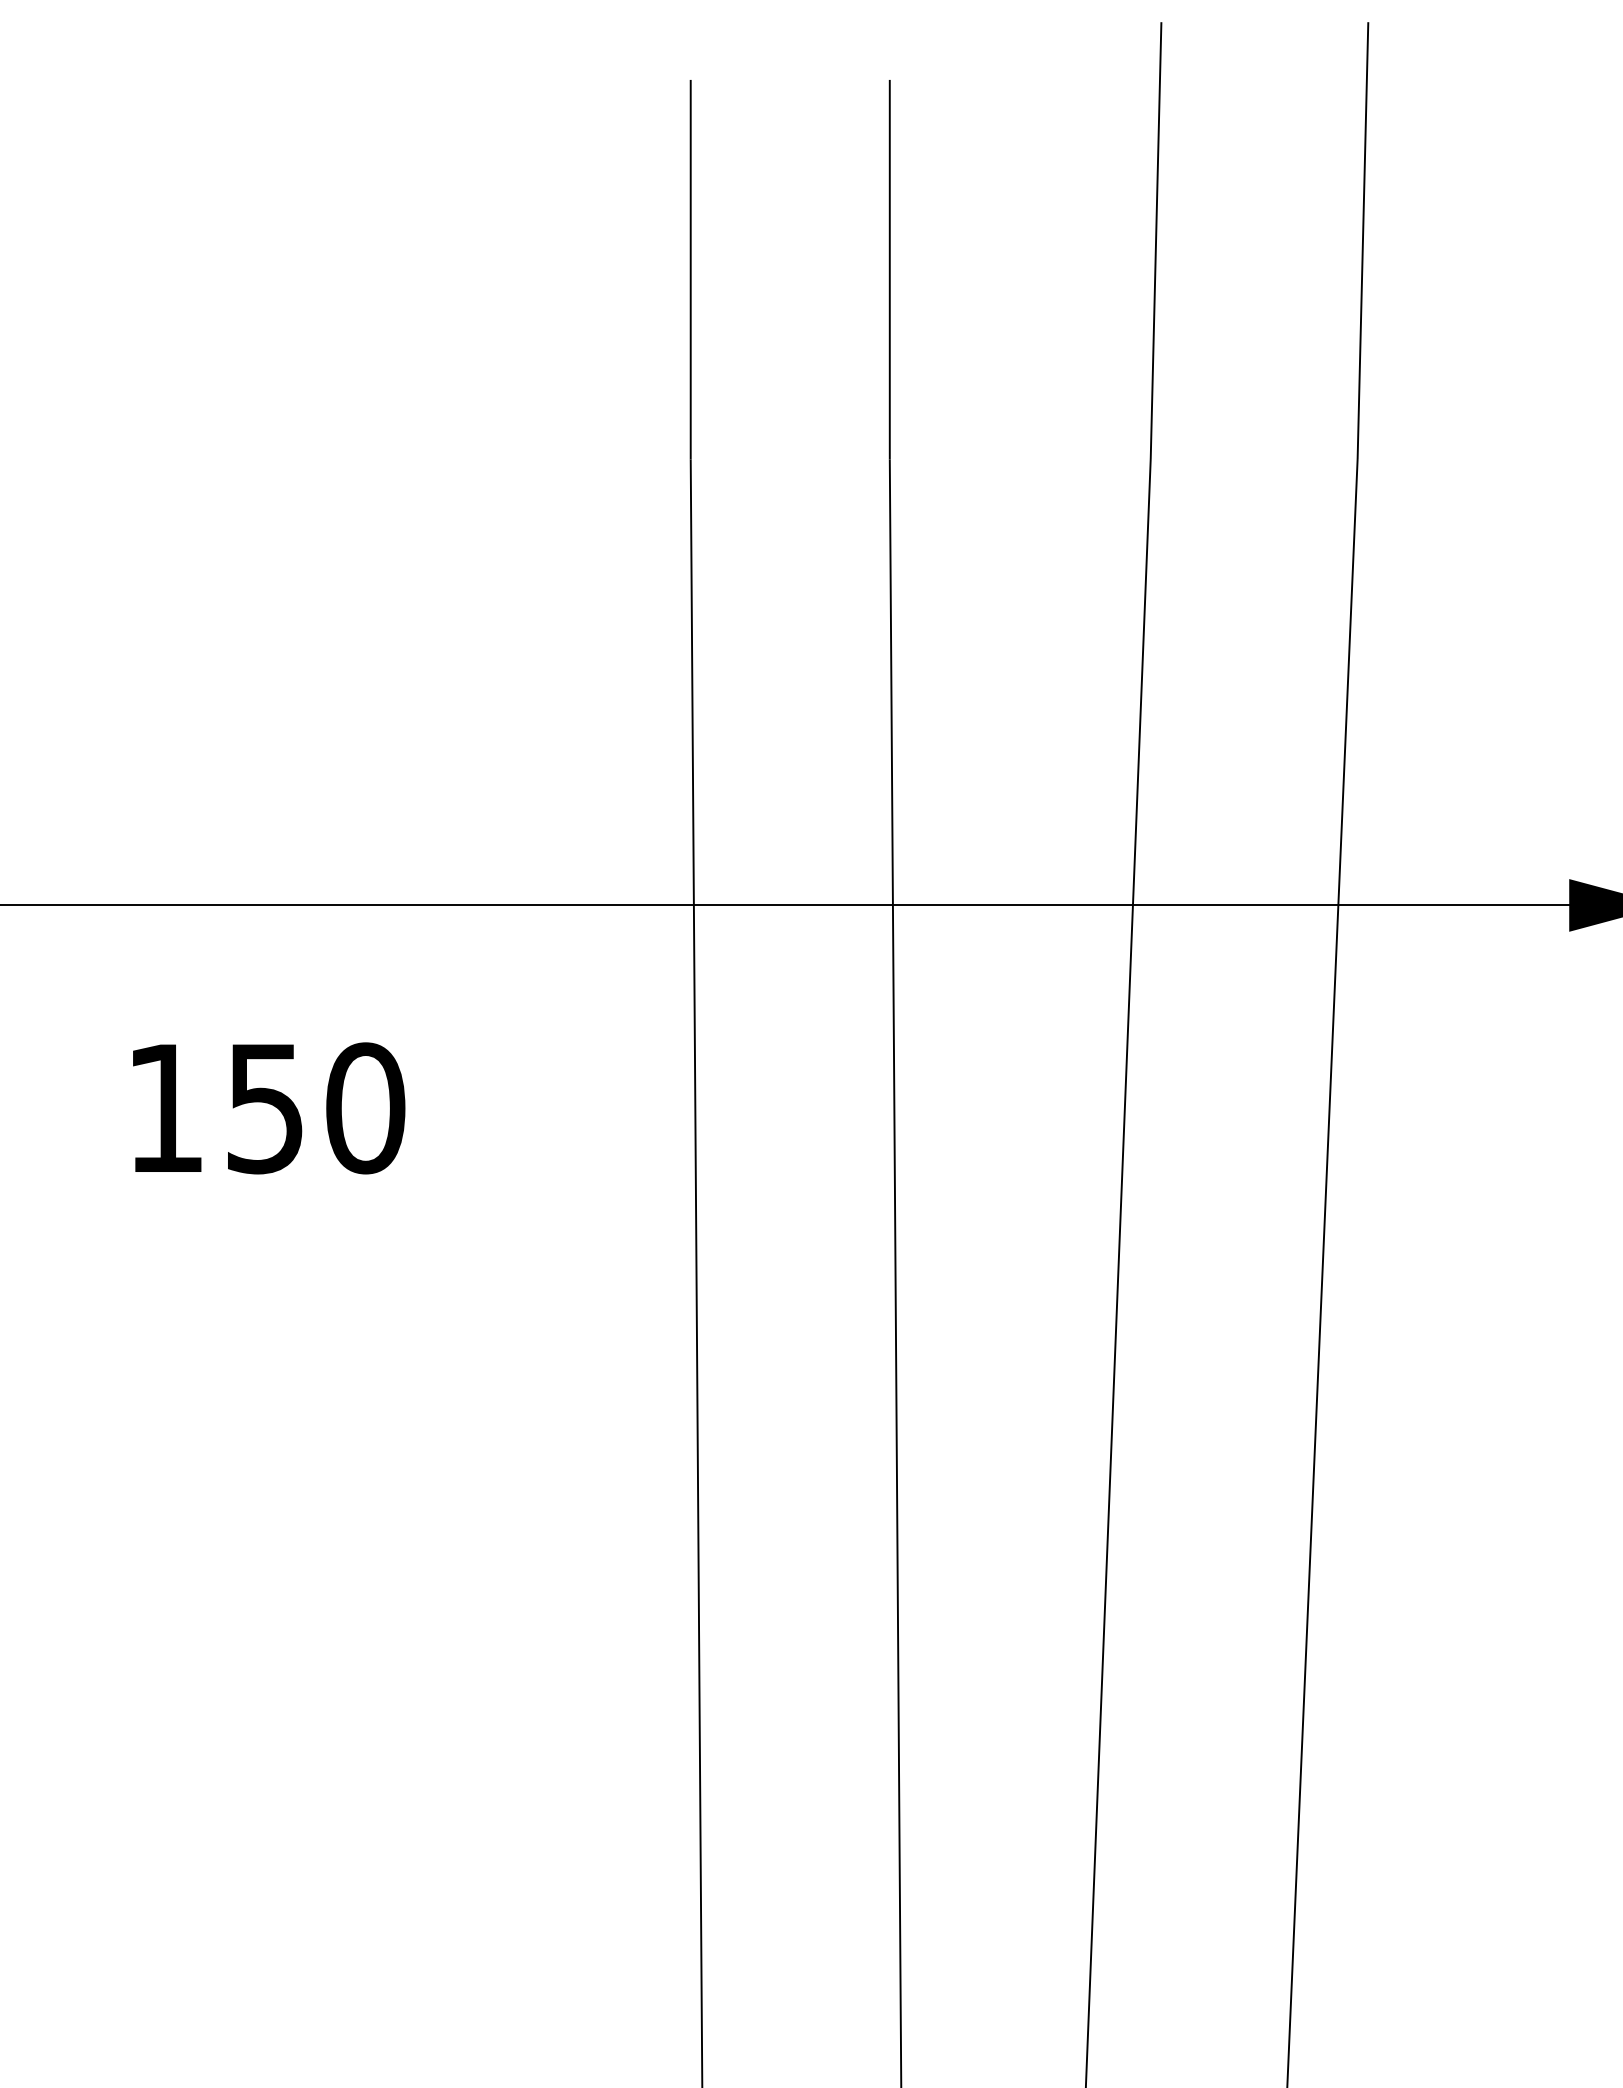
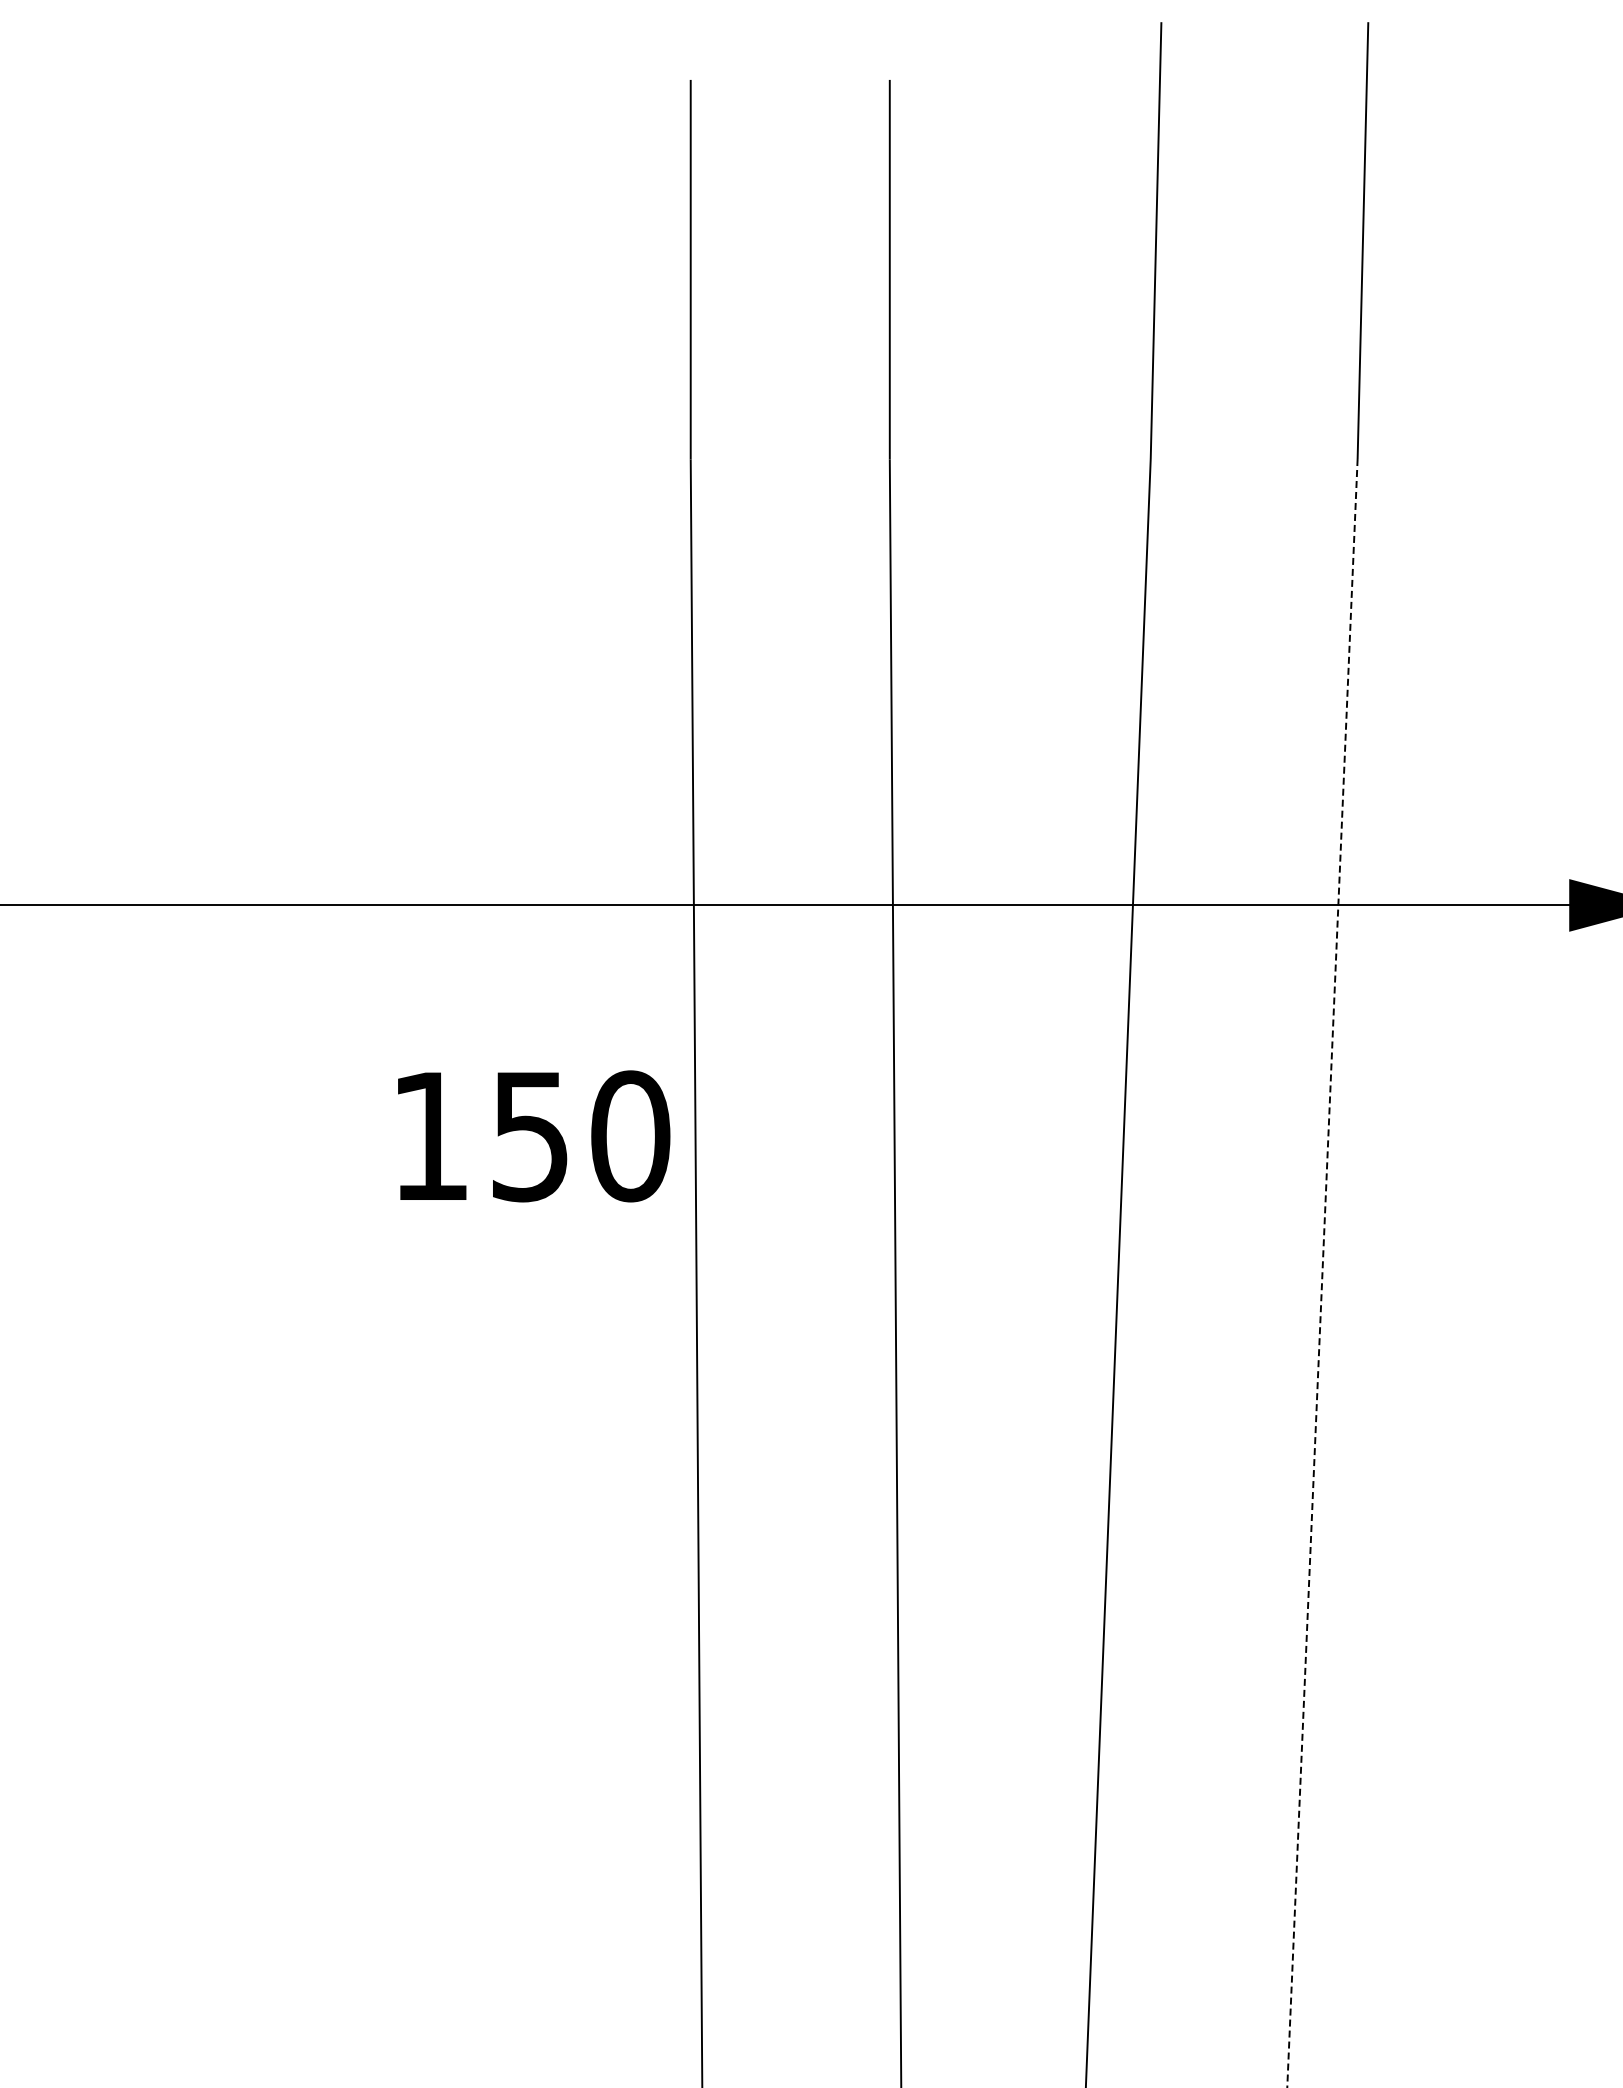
text at (269, 1108) position: (269, 1108) -> (534, 1136)
line at (1322, 1273): solid -> dashed
